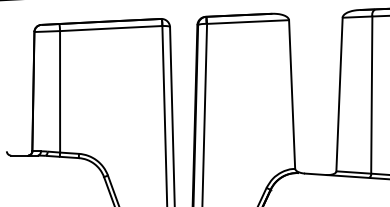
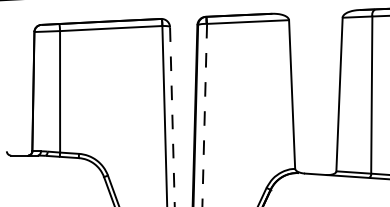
line at (204, 115): solid -> dashed
line at (172, 117): solid -> dashed
